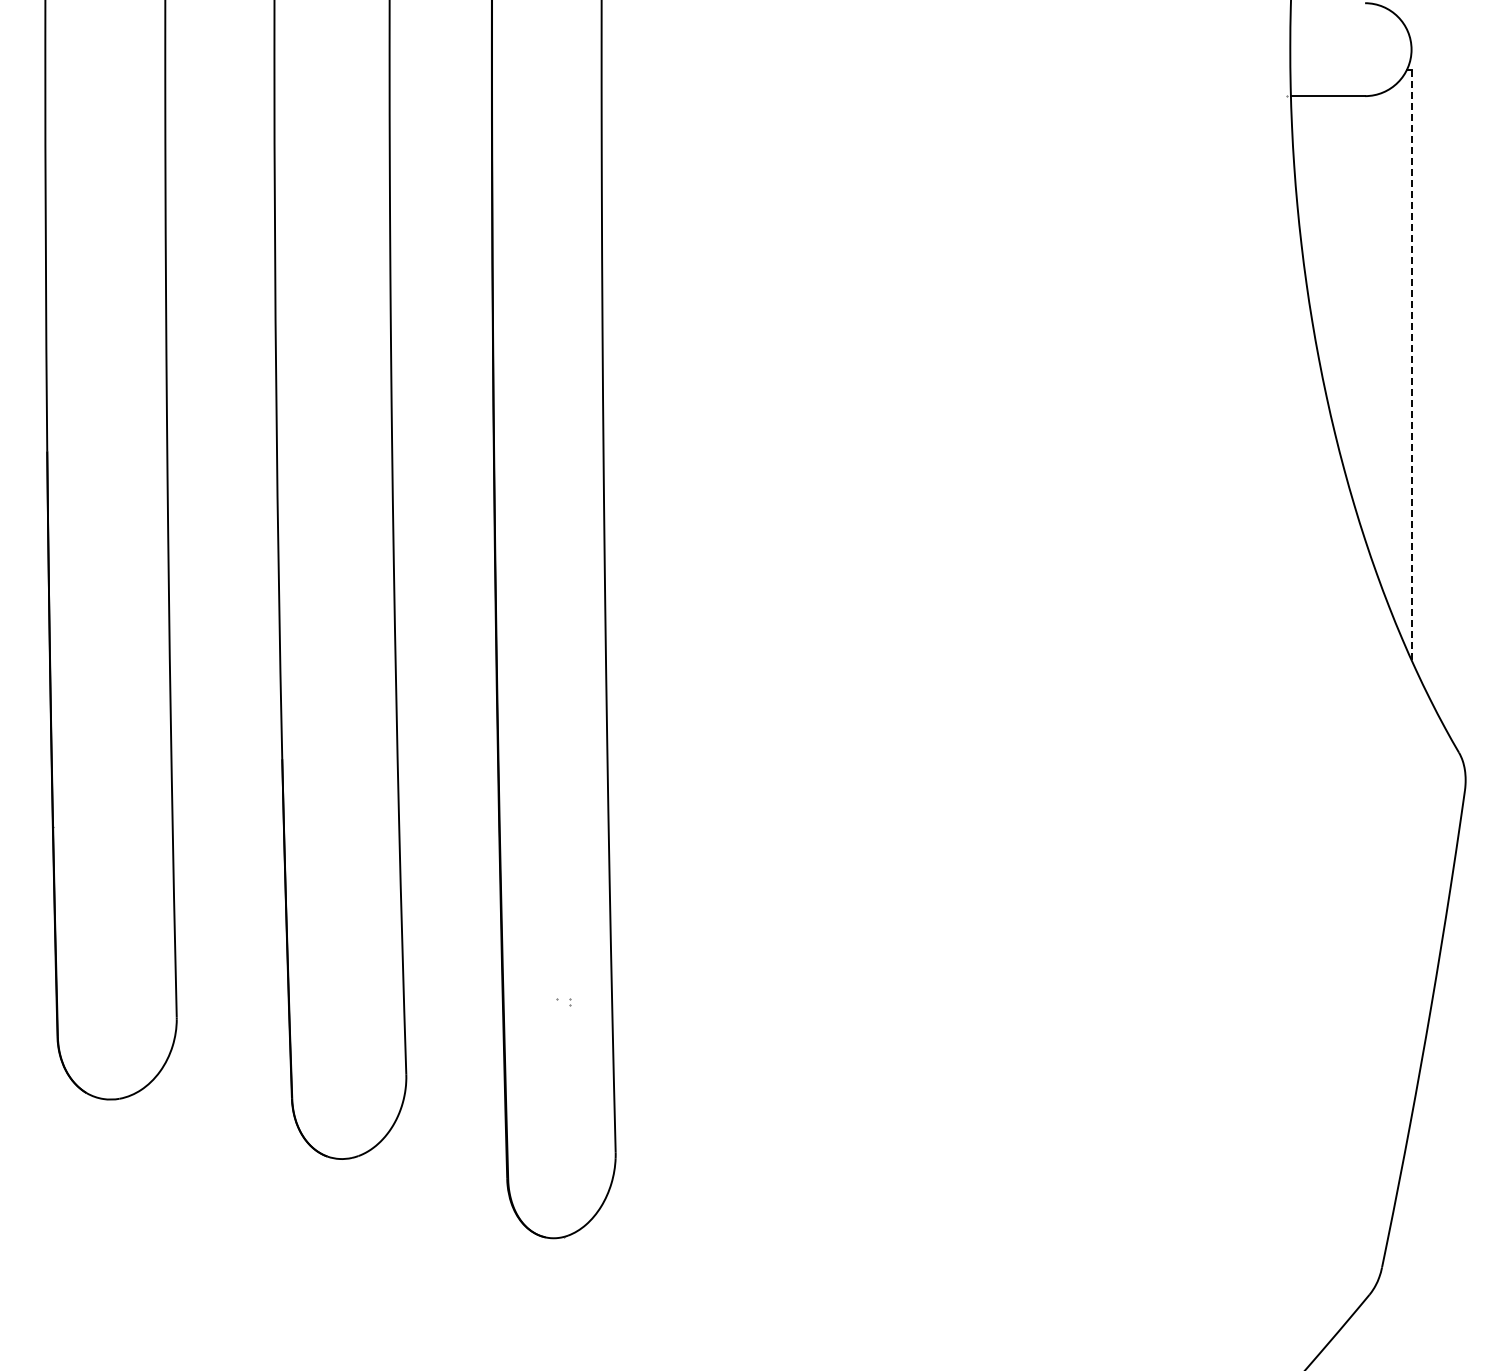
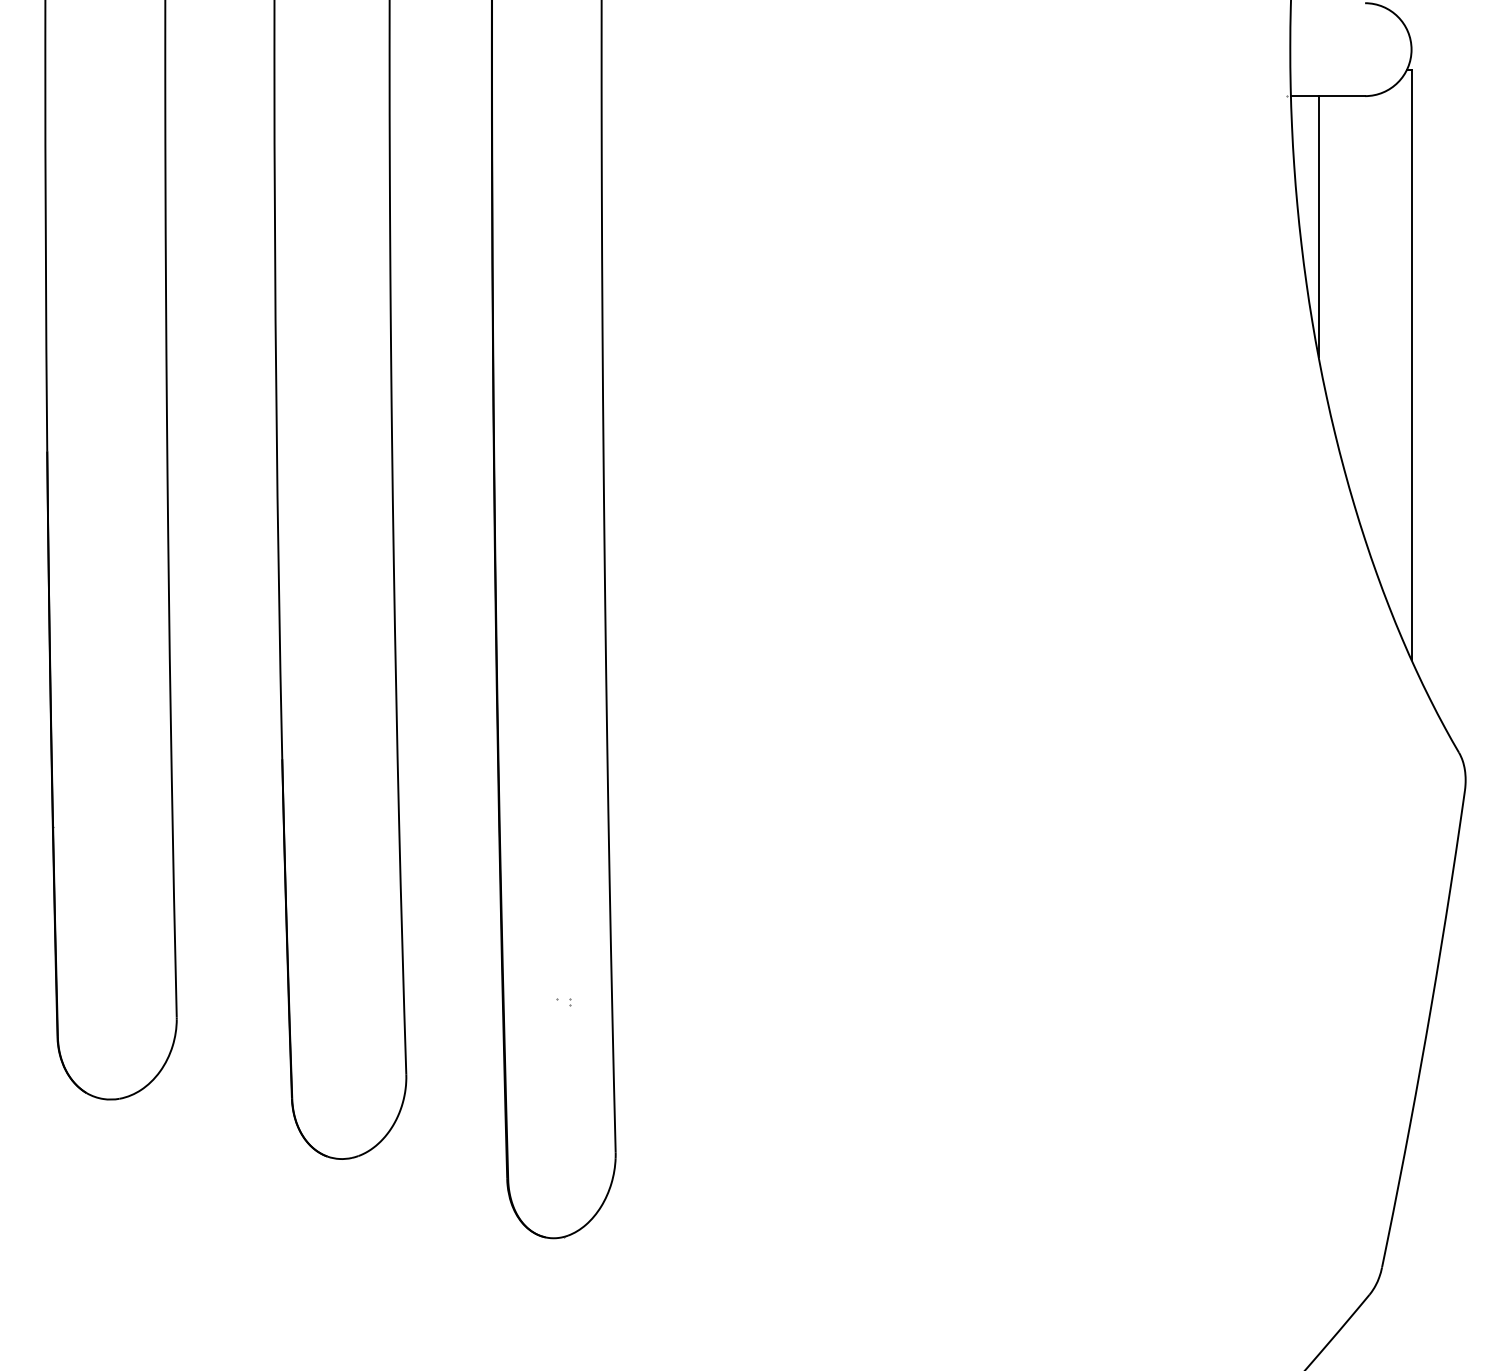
line at (1318, 226): none -> present
line at (1411, 365): dashed -> solid
